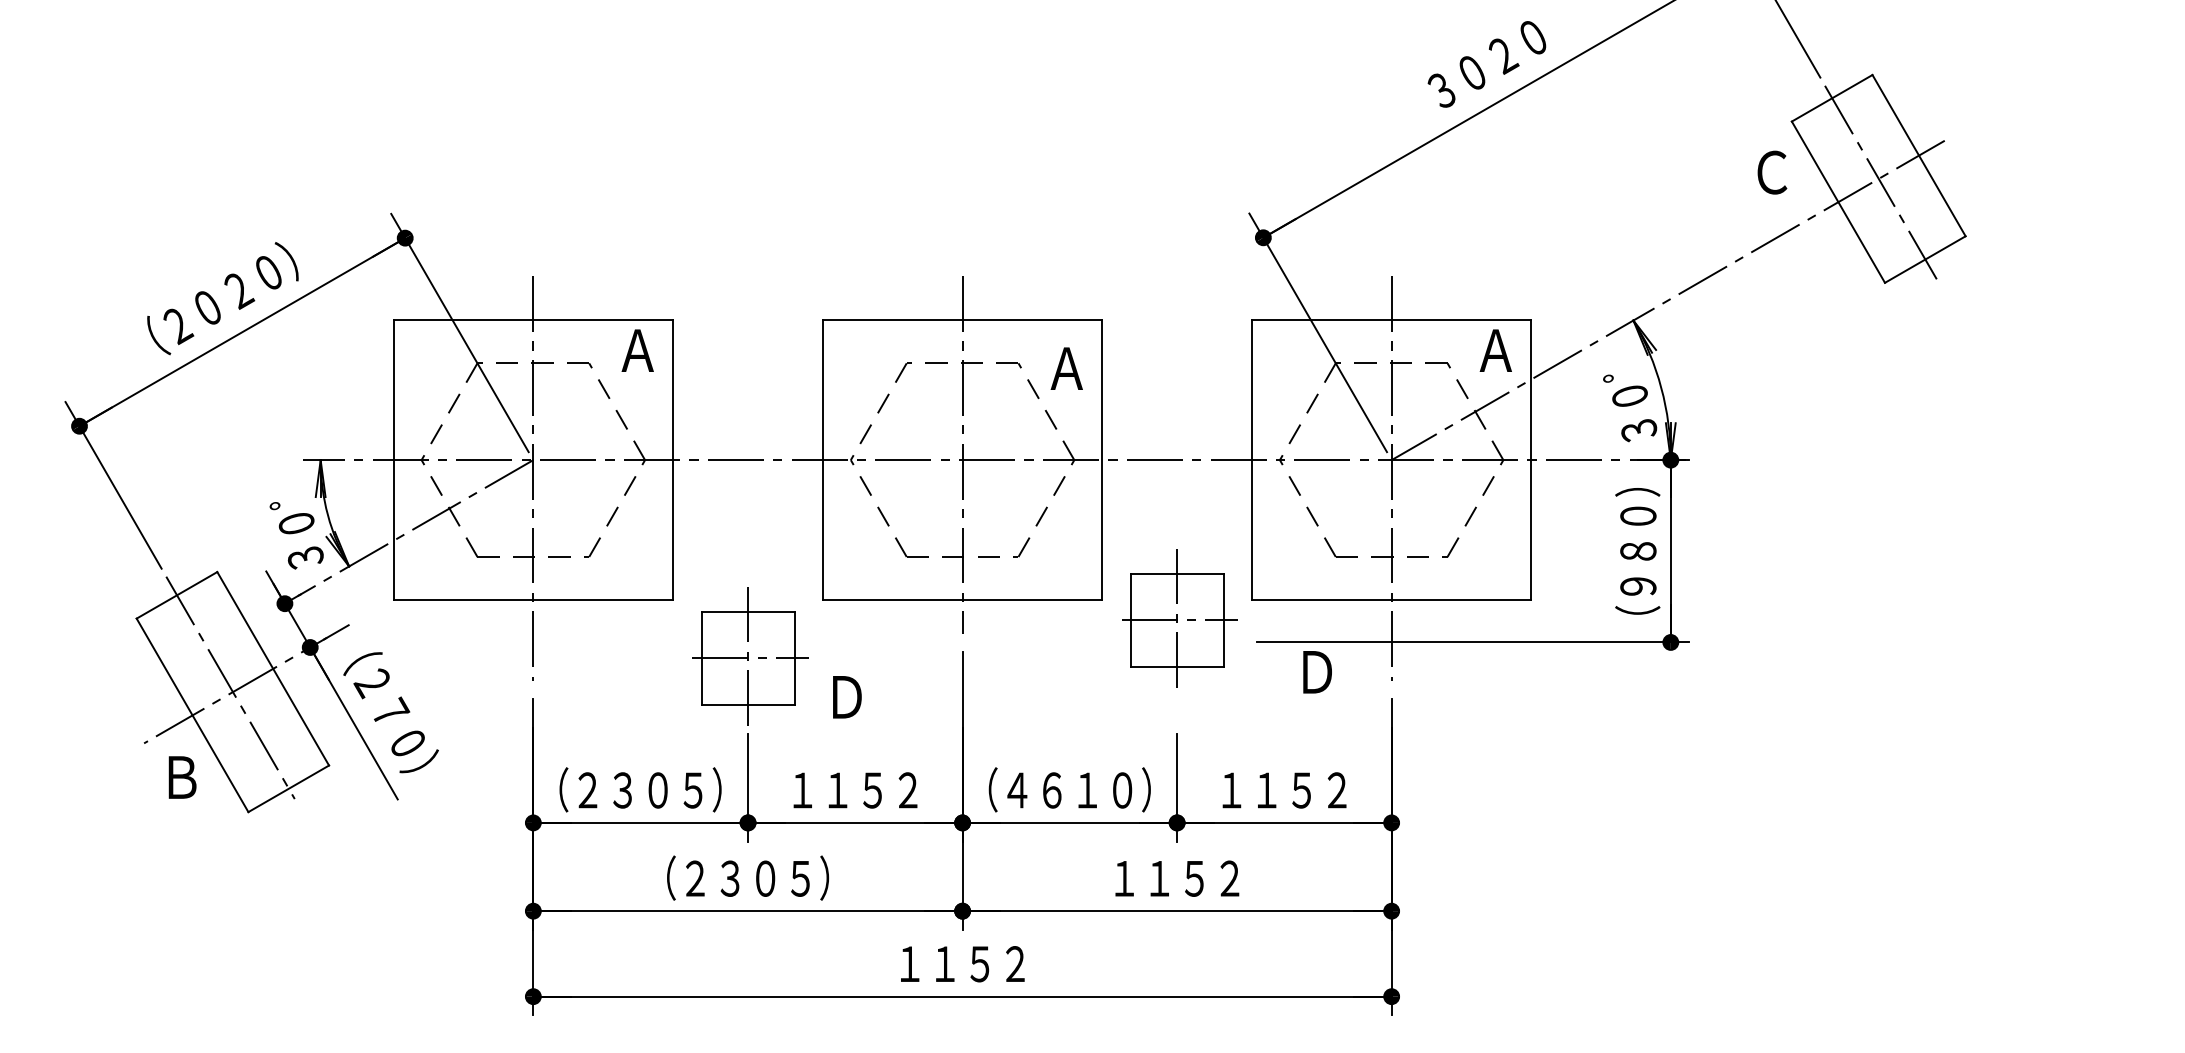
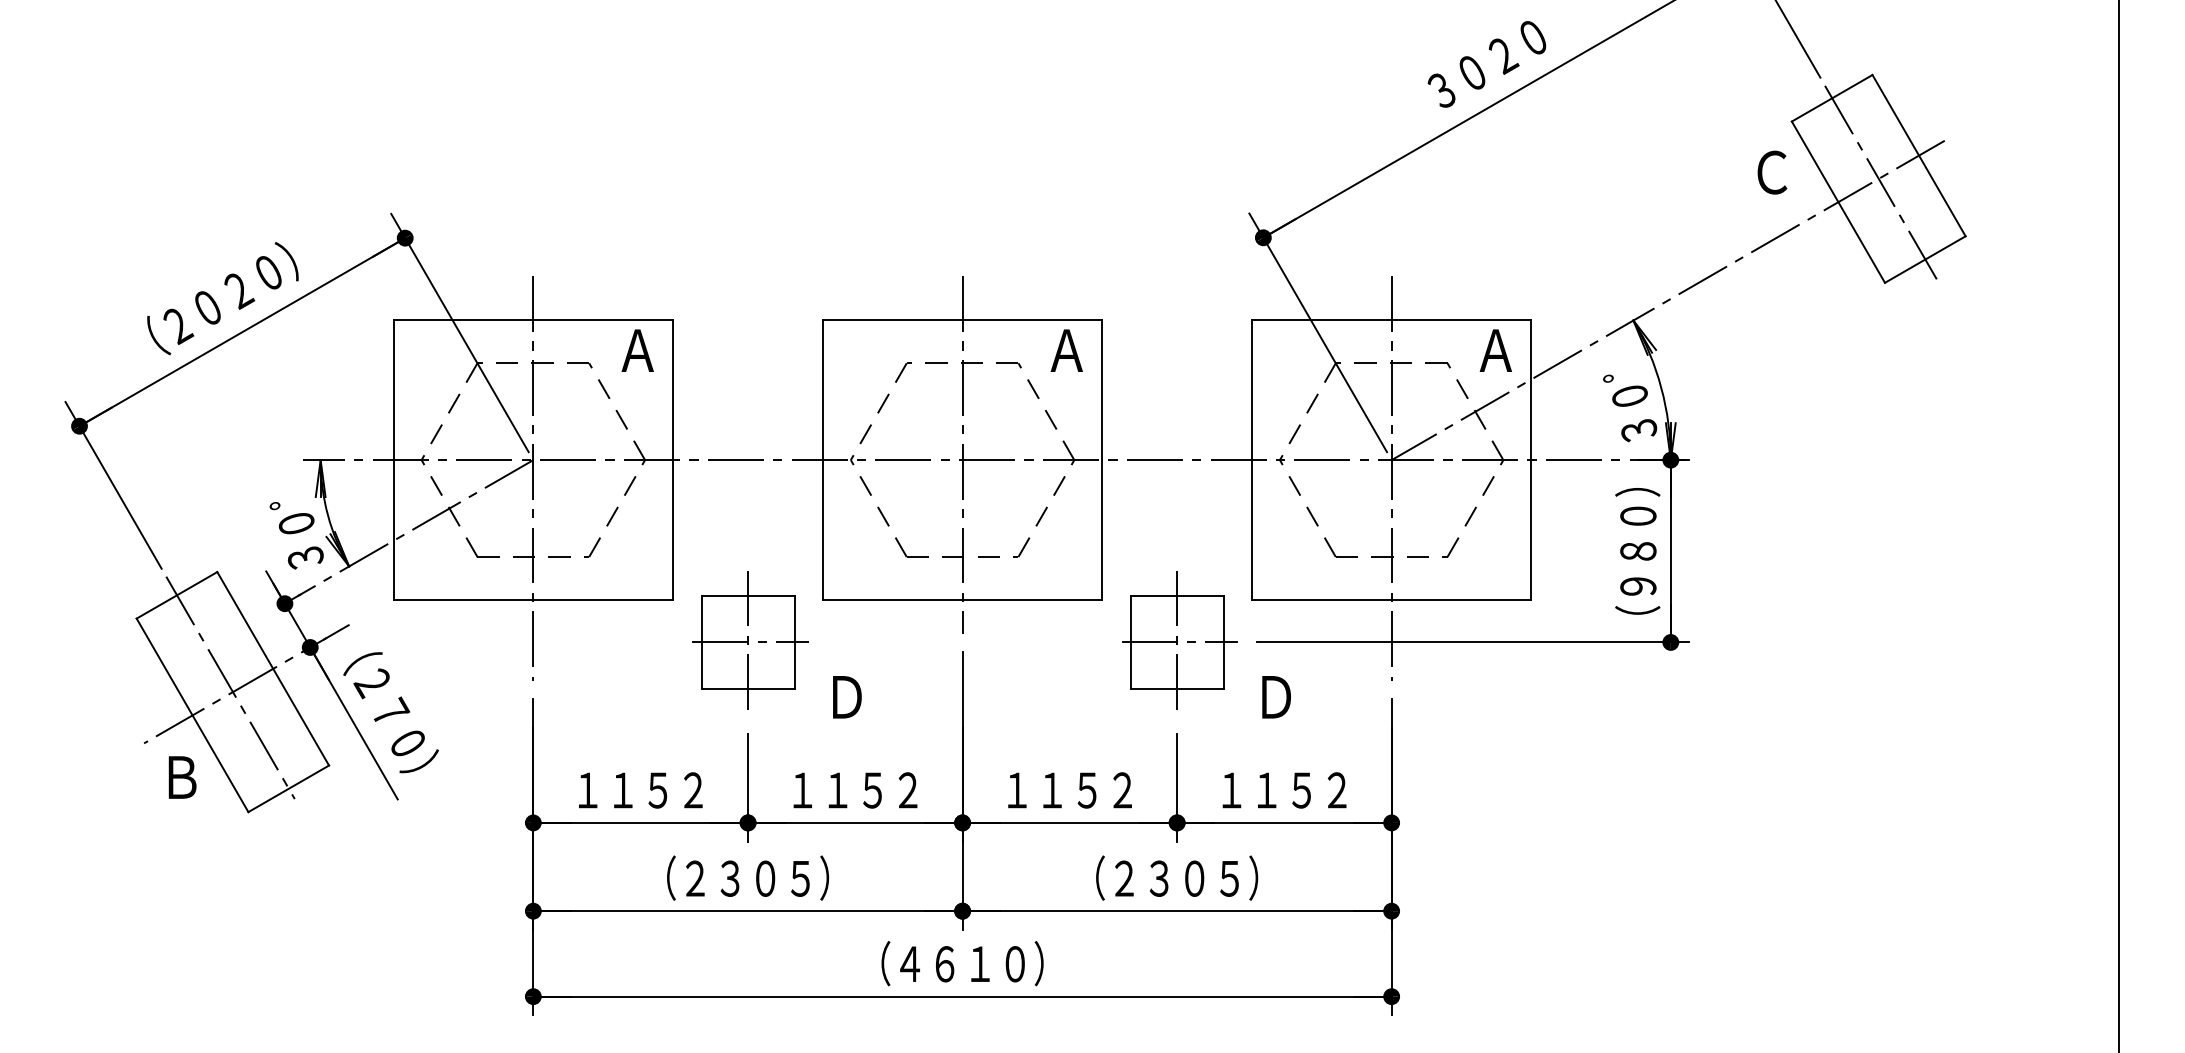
text at (1066, 368) position: (1066, 368) -> (1066, 350)
line at (2119, 525): none -> present
part at (1179, 618) position: (1179, 618) -> (1179, 640)
part at (750, 656) position: (750, 656) -> (750, 640)
text at (1317, 672) position: (1317, 672) -> (1276, 697)
text at (640, 789): （２３０５） -> １１５２
text at (1069, 789): （４６１０） -> １１５２
text at (1177, 877): １１５２ -> （２３０５）
text at (962, 963): １１５２ -> （４６１０）
